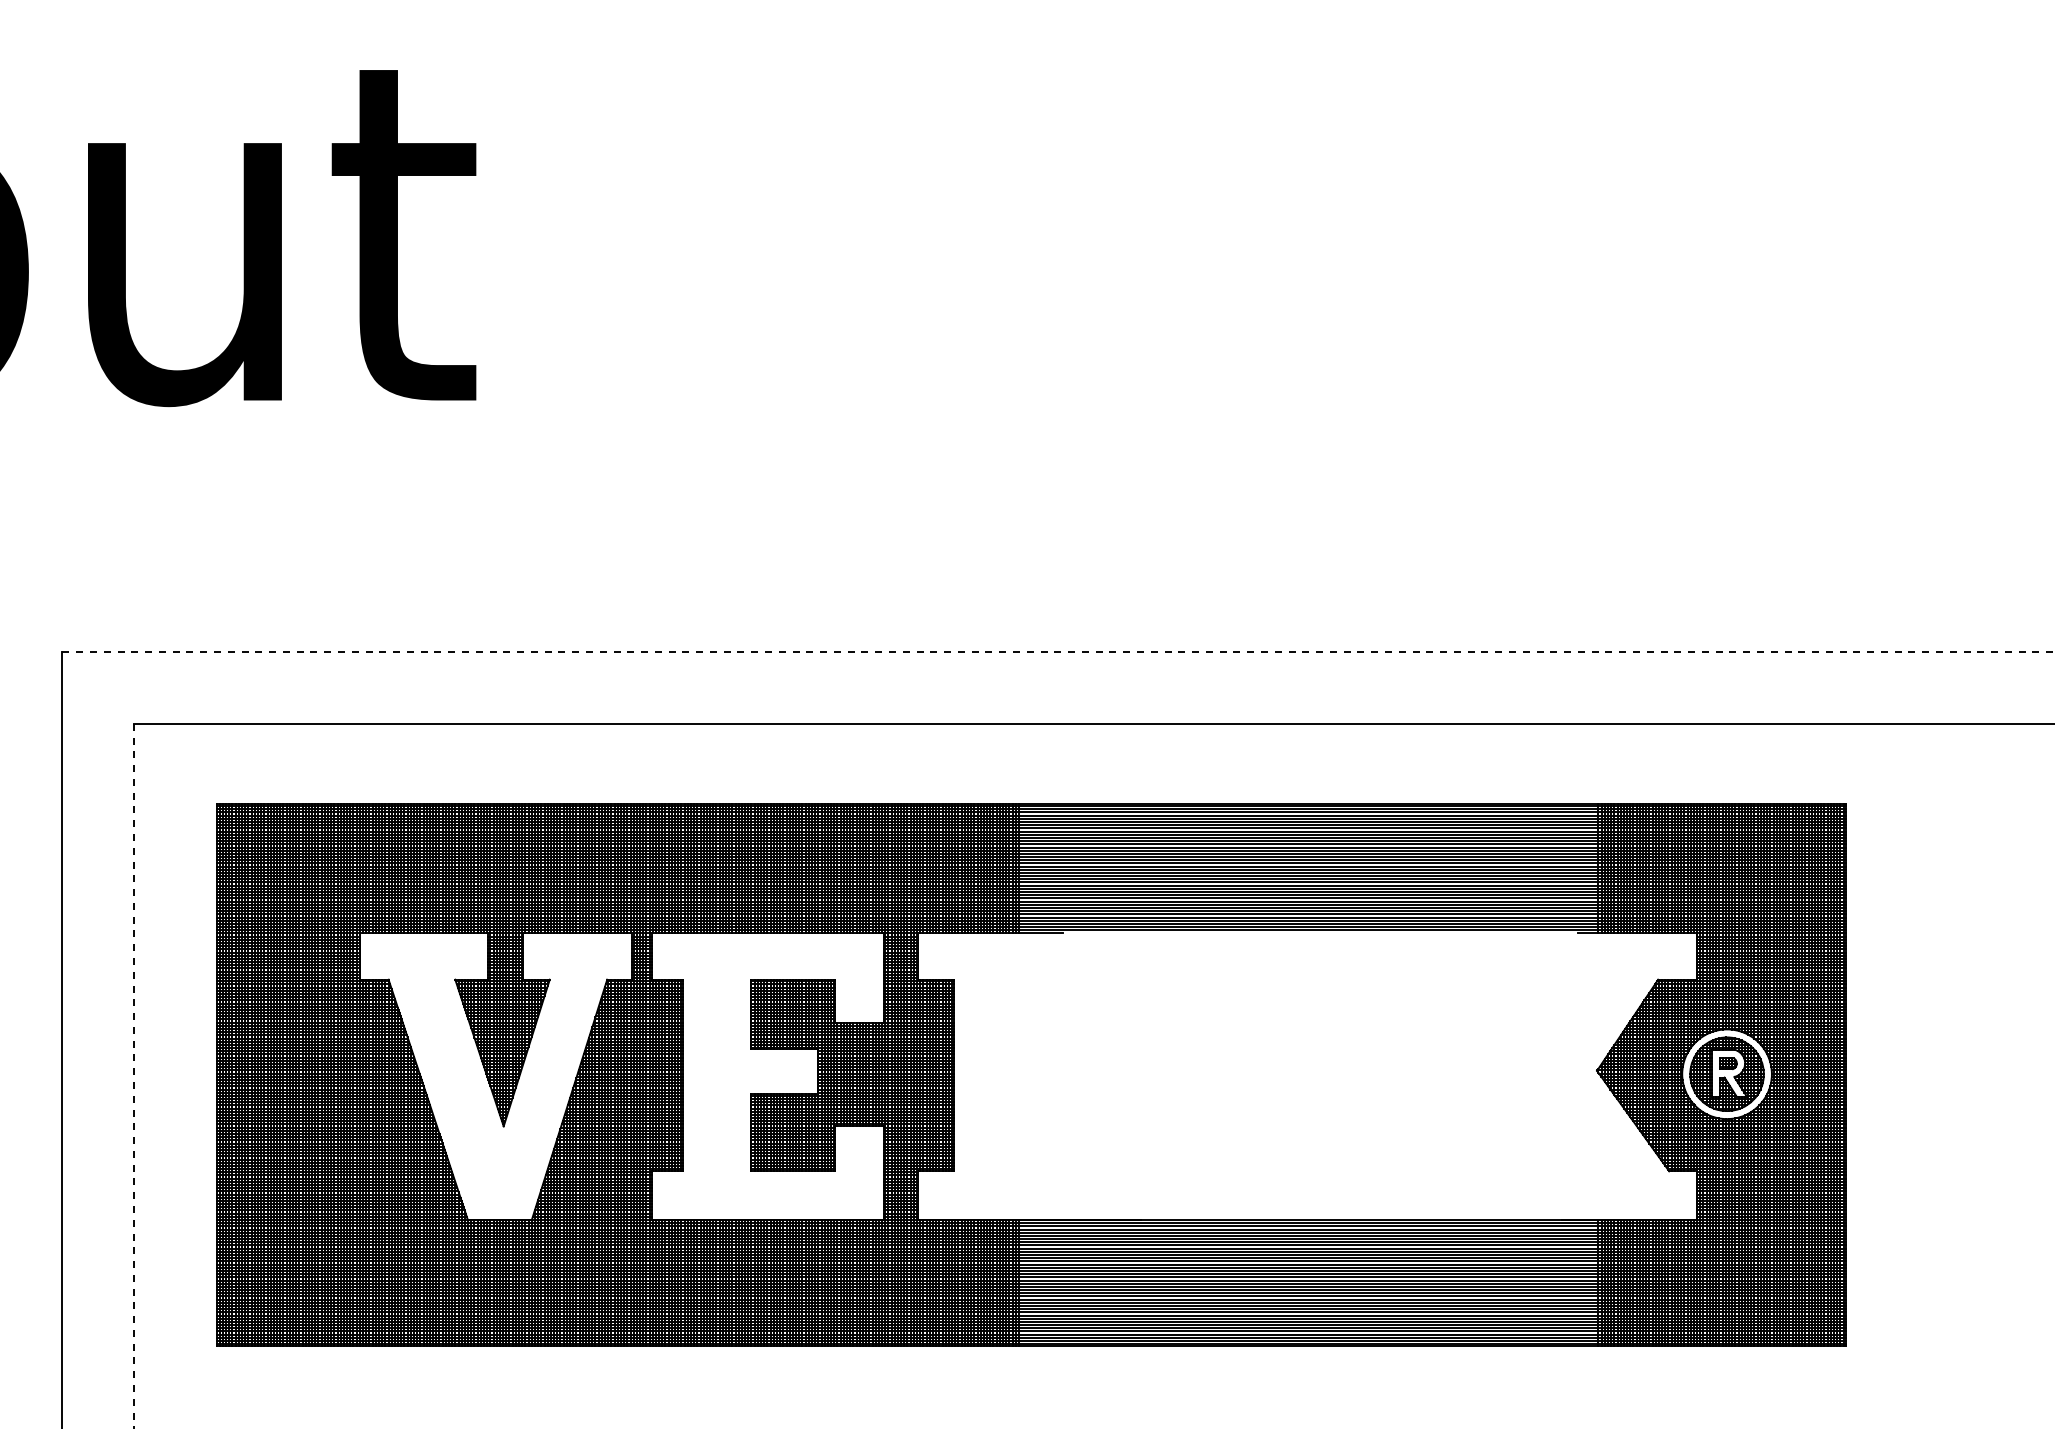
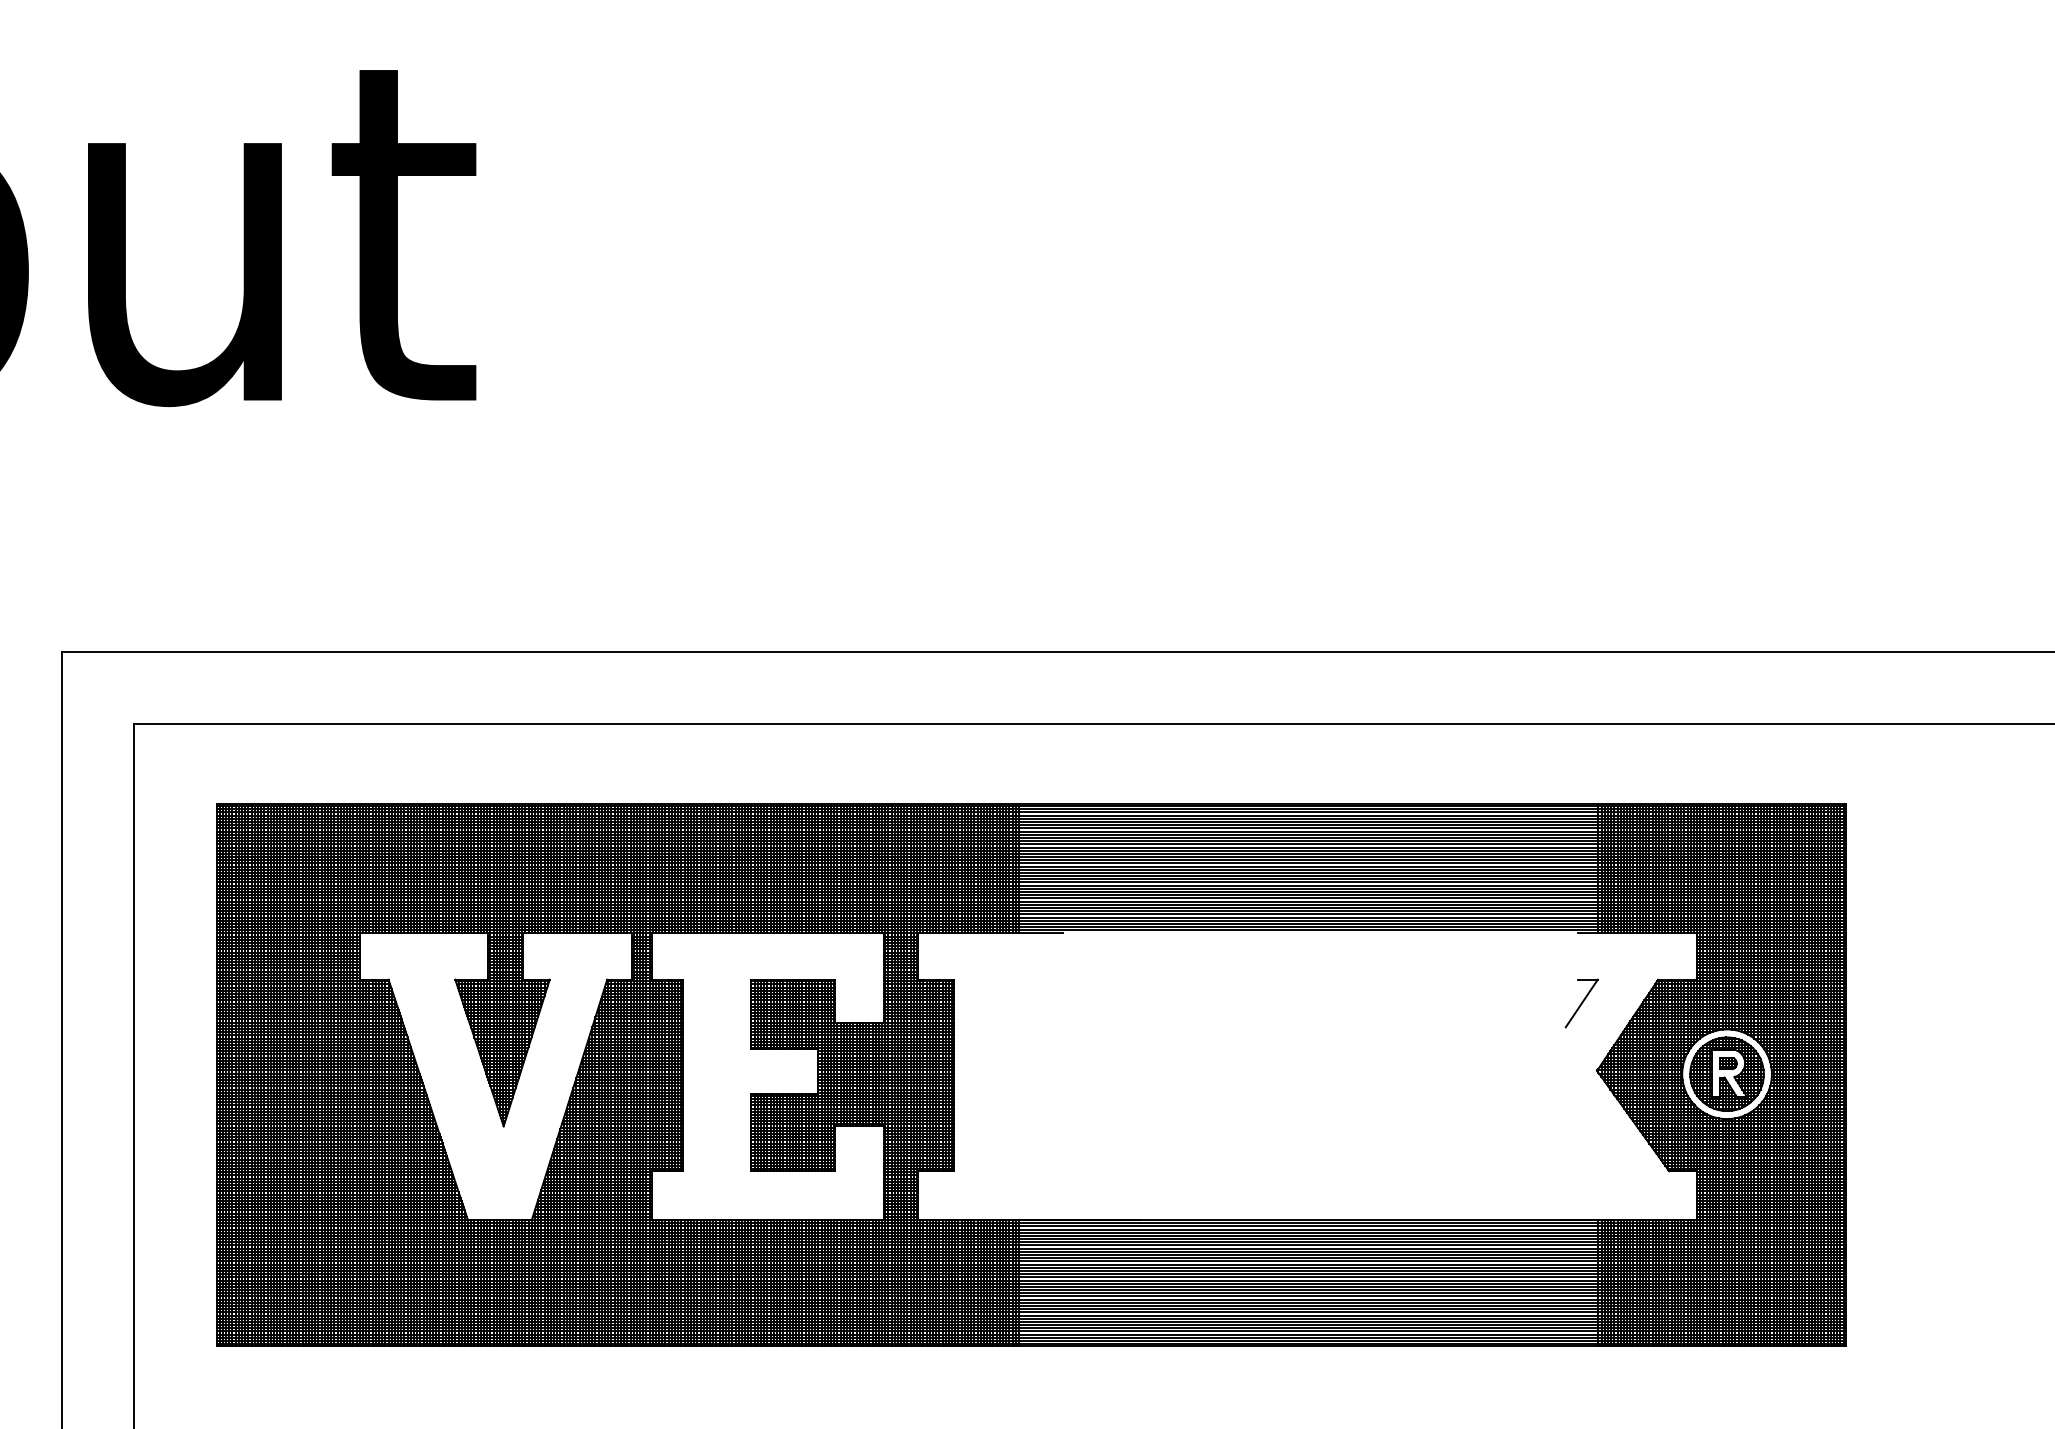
line at (1058, 652): dashed -> solid
part at (1581, 1003): none -> present
line at (133, 1076): dashed -> solid
